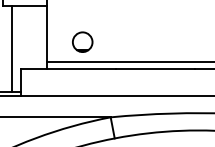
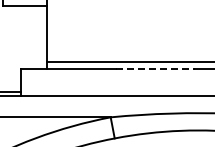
circle at (82, 41): present -> none
line at (12, 49): present -> none
line at (155, 69): solid -> dashed
